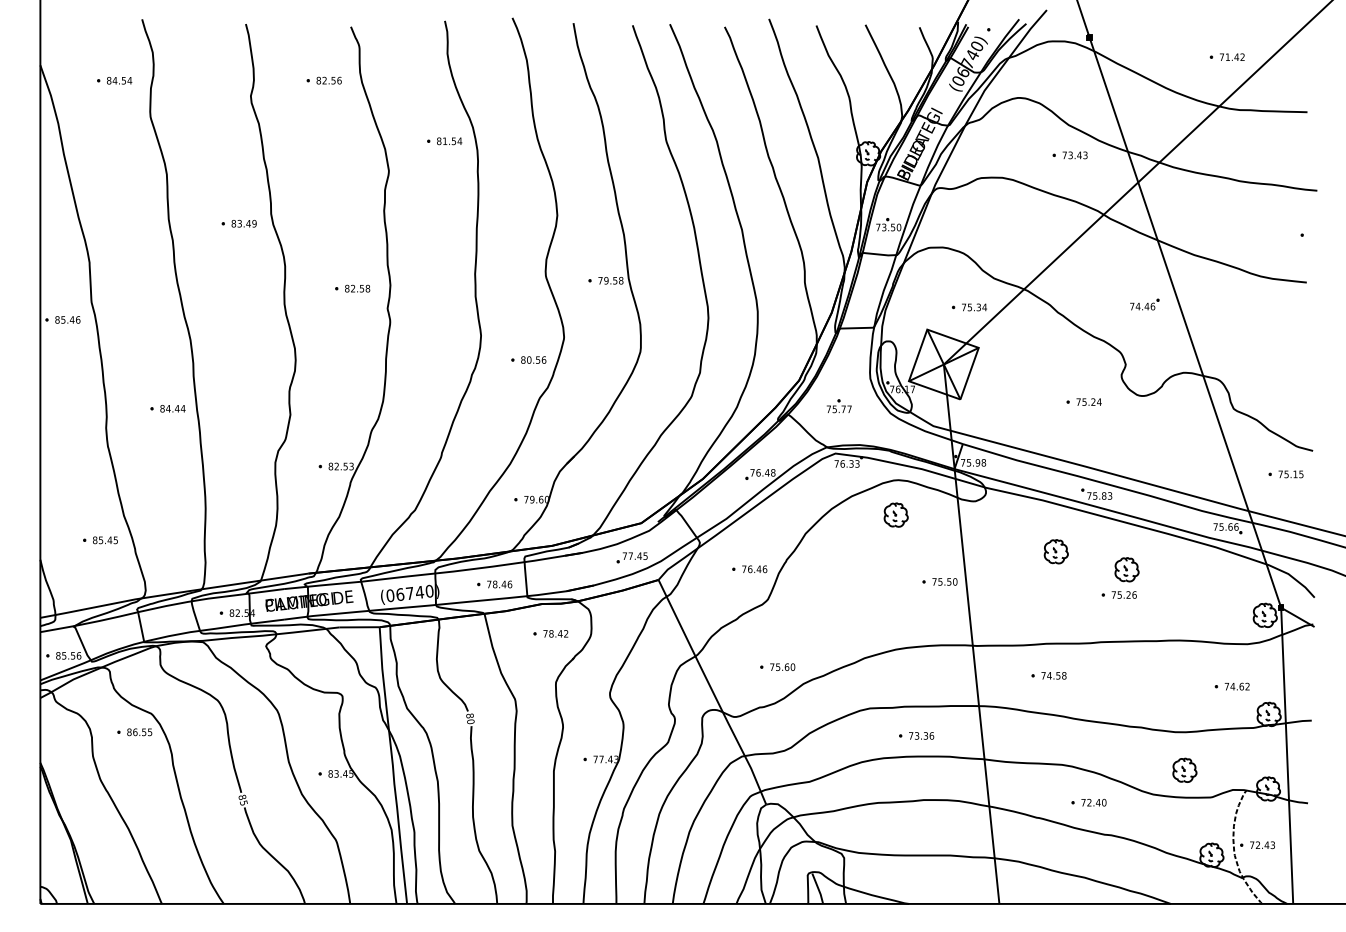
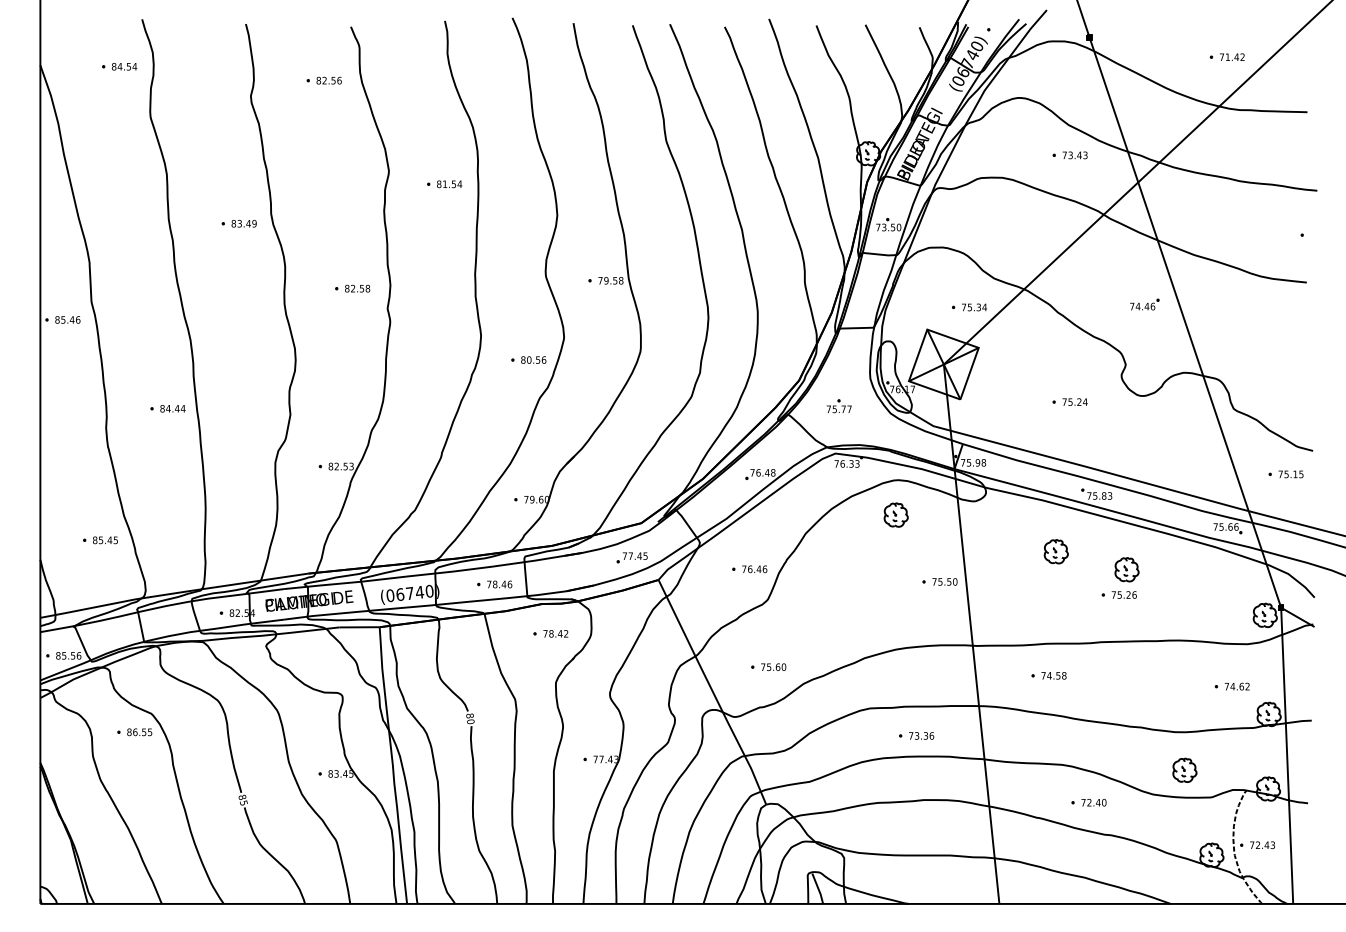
part at (114, 80) position: (114, 80) -> (119, 66)
part at (444, 141) position: (444, 141) -> (444, 184)
part at (1083, 401) position: (1083, 401) -> (1069, 401)
part at (777, 666) position: (777, 666) -> (768, 666)
